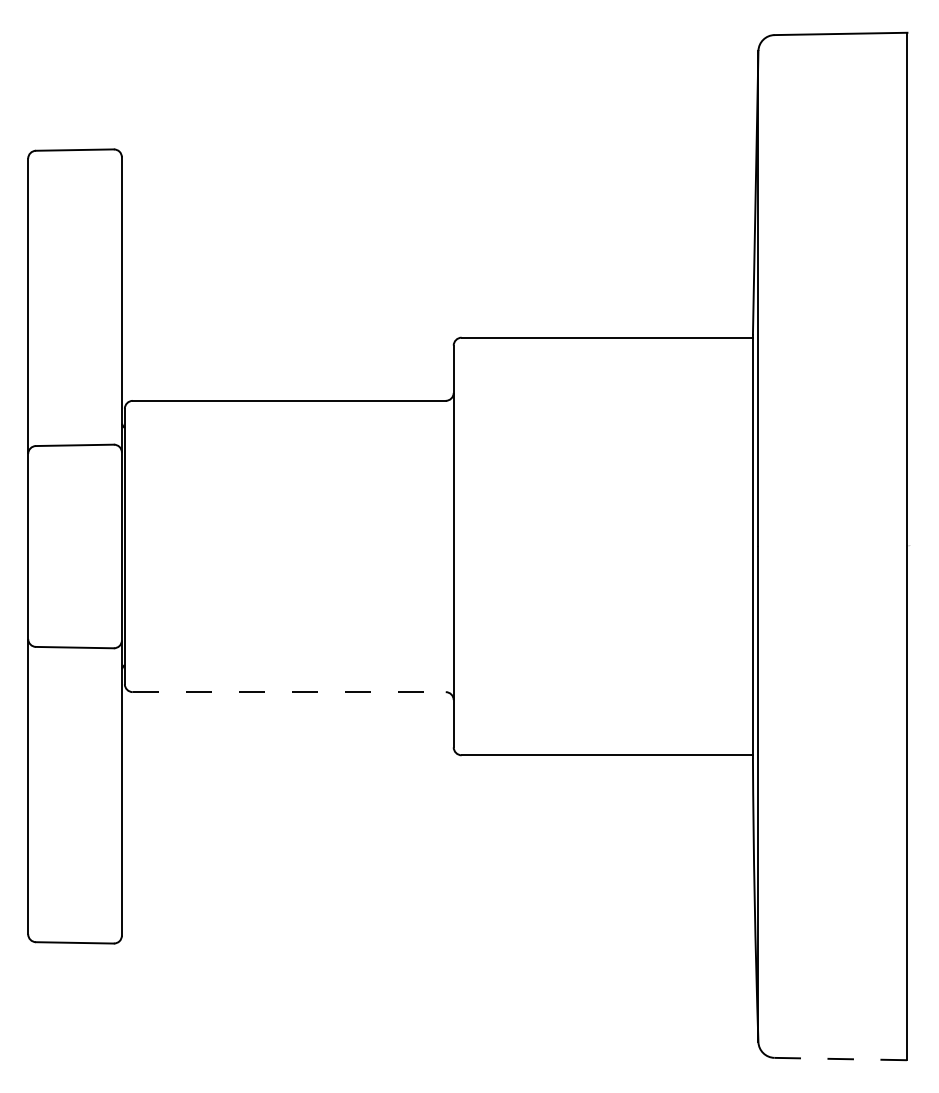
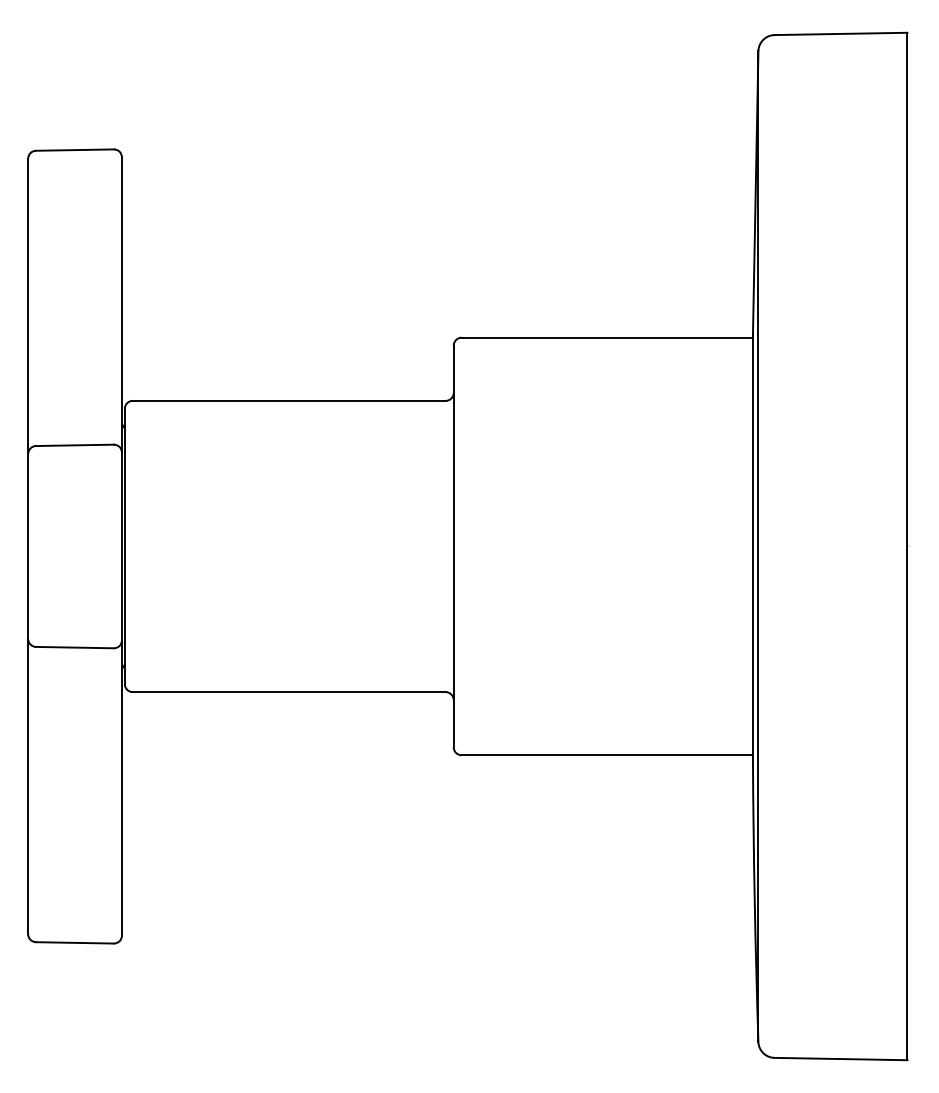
line at (289, 692): dashed -> solid
line at (841, 1059): dashed -> solid
